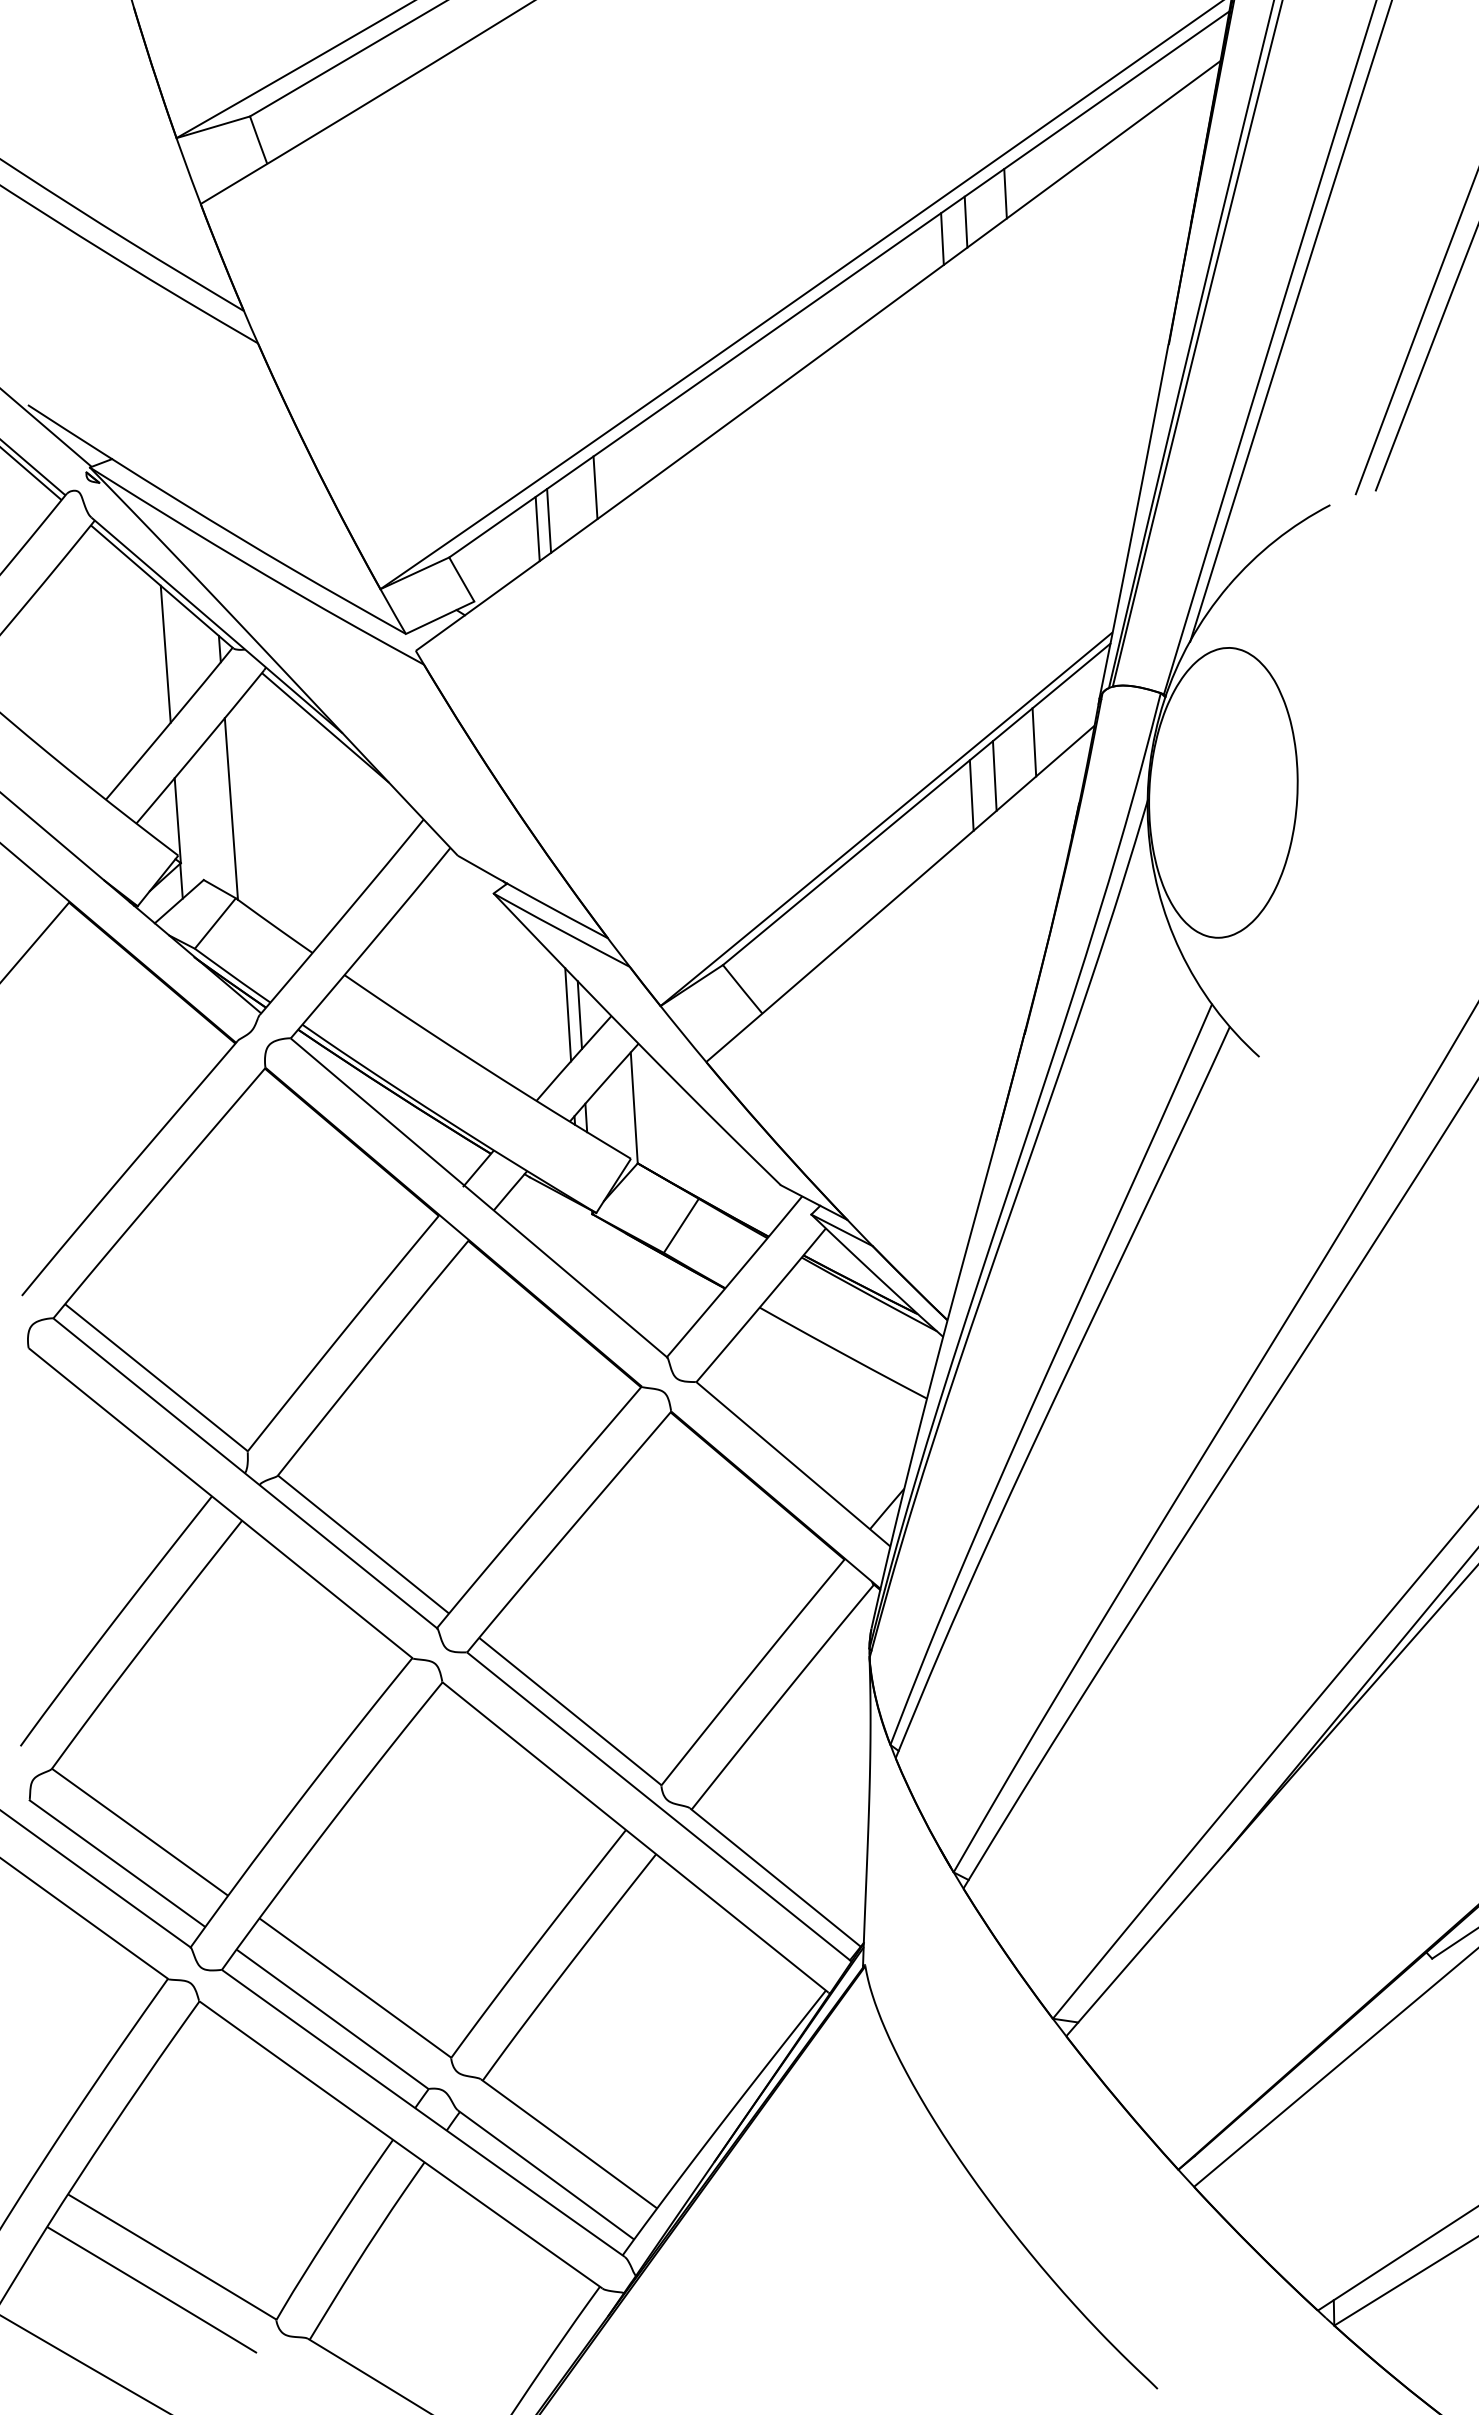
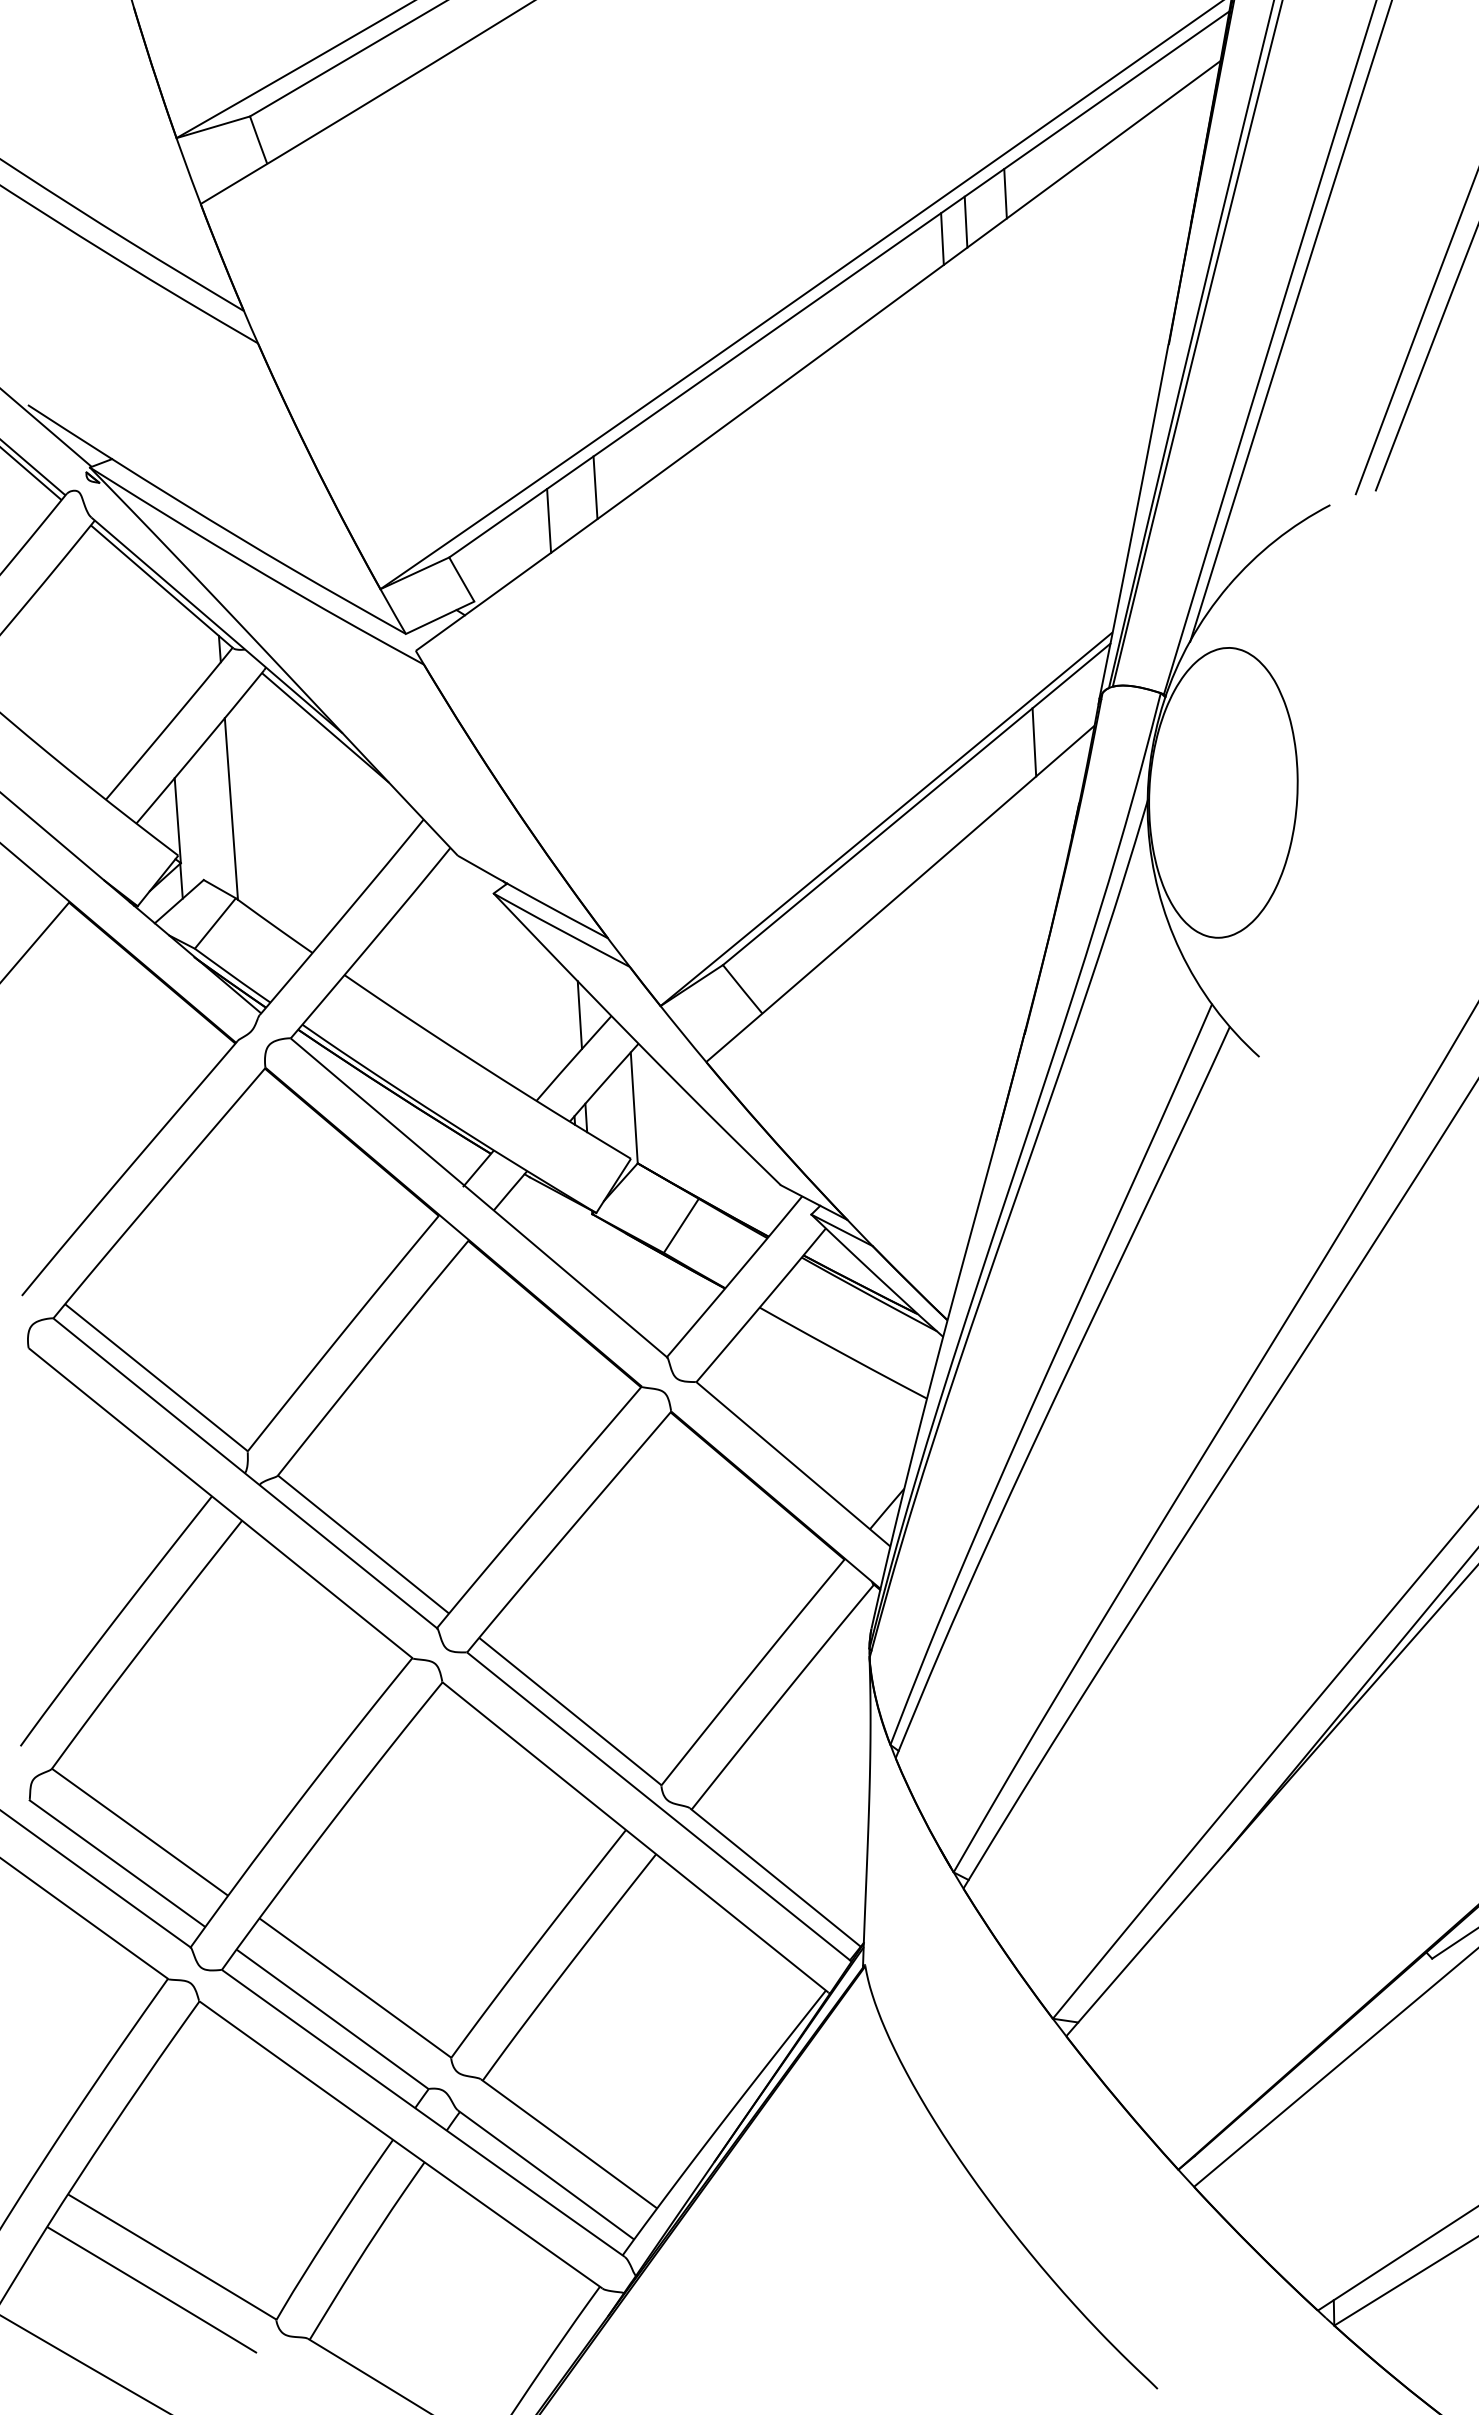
line at (537, 528): present -> none
line at (165, 653): present -> none
line at (994, 775): present -> none
line at (971, 795): present -> none
line at (568, 1014): present -> none
